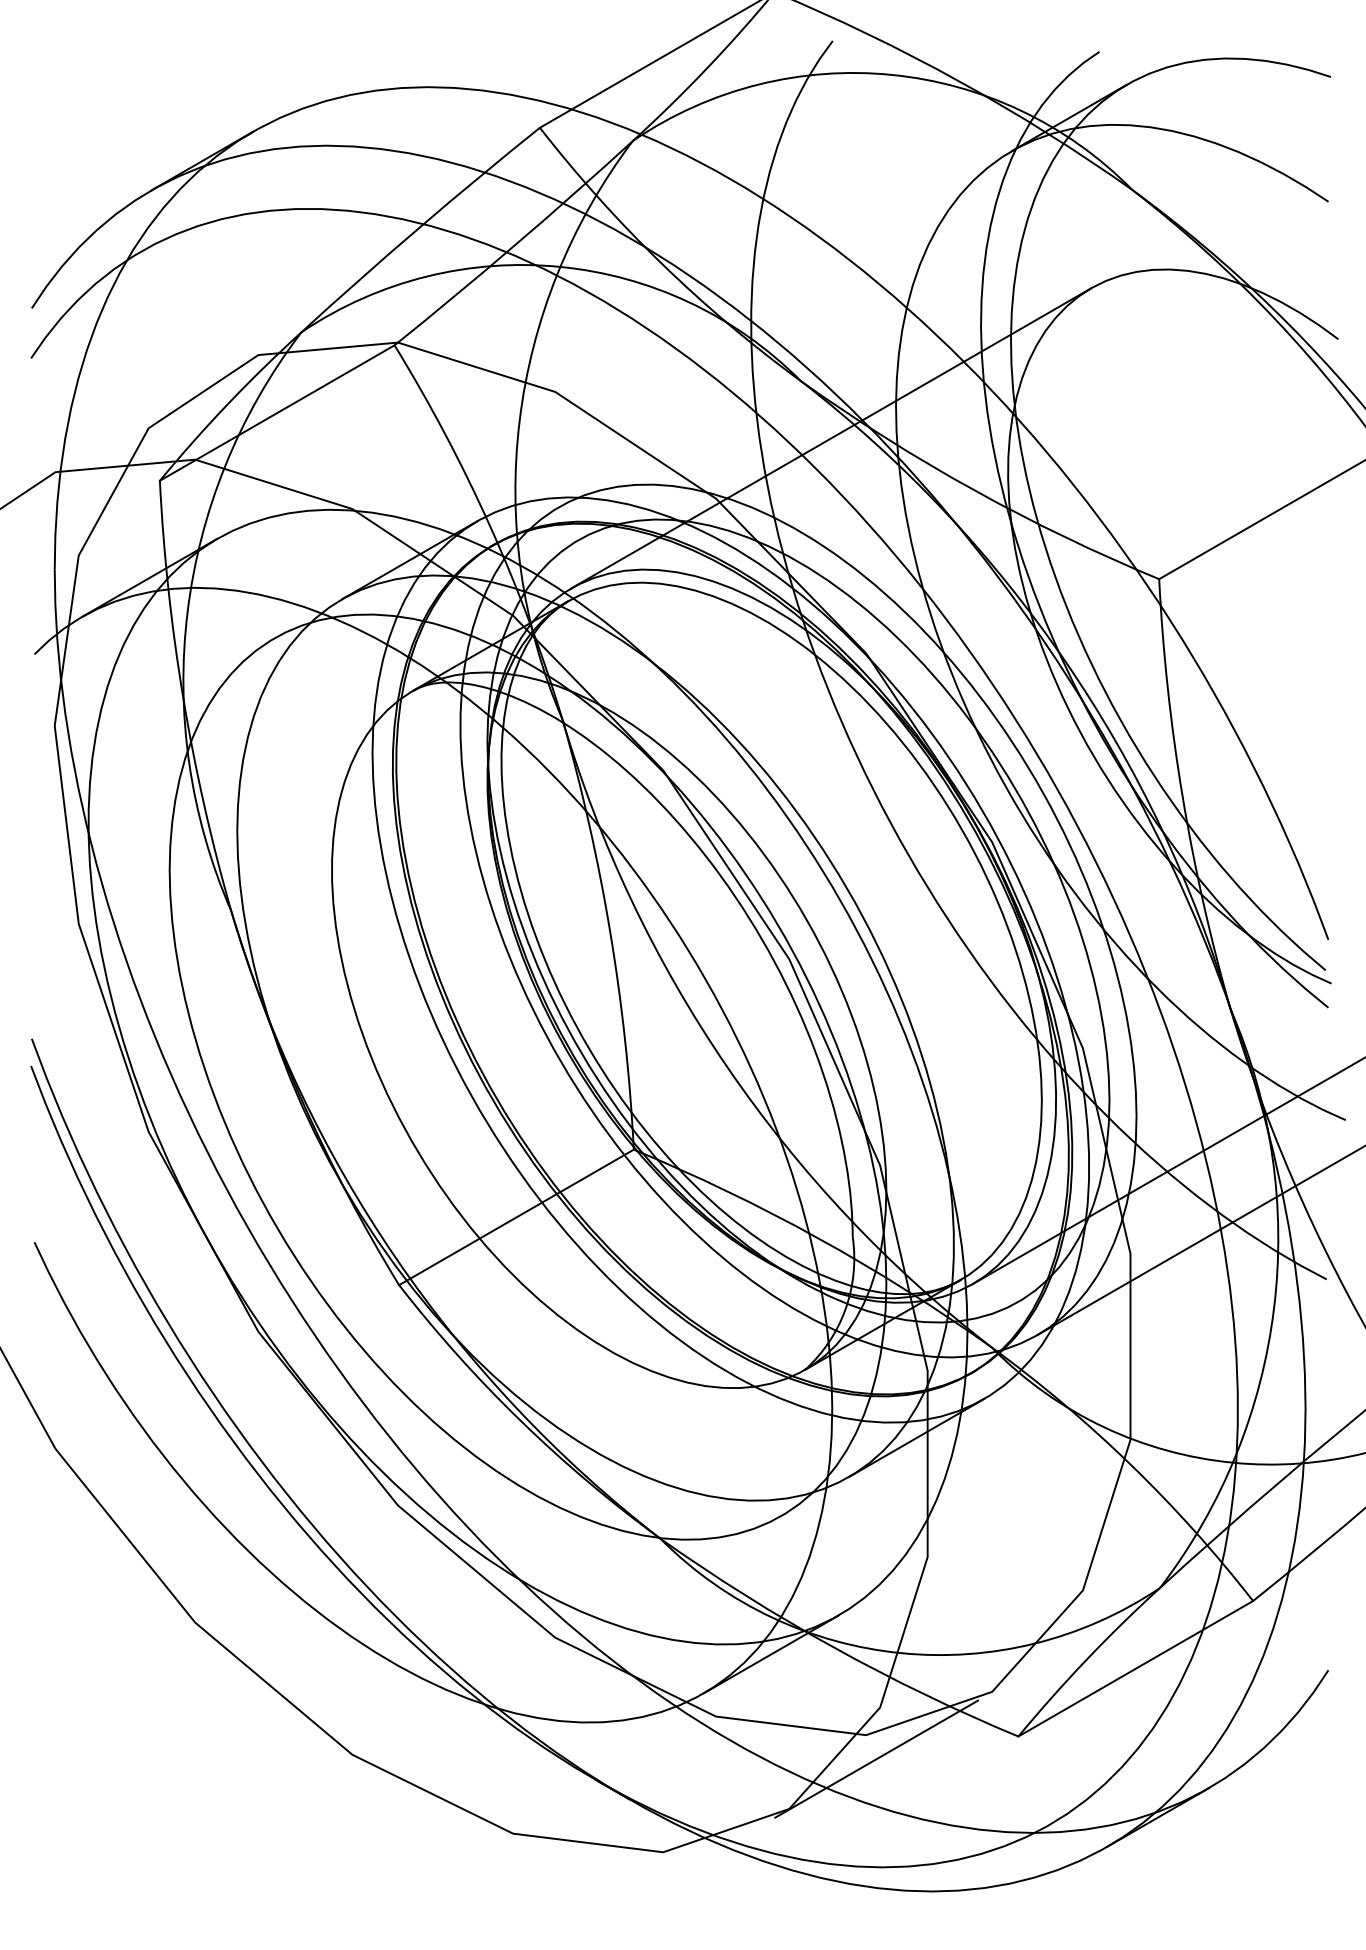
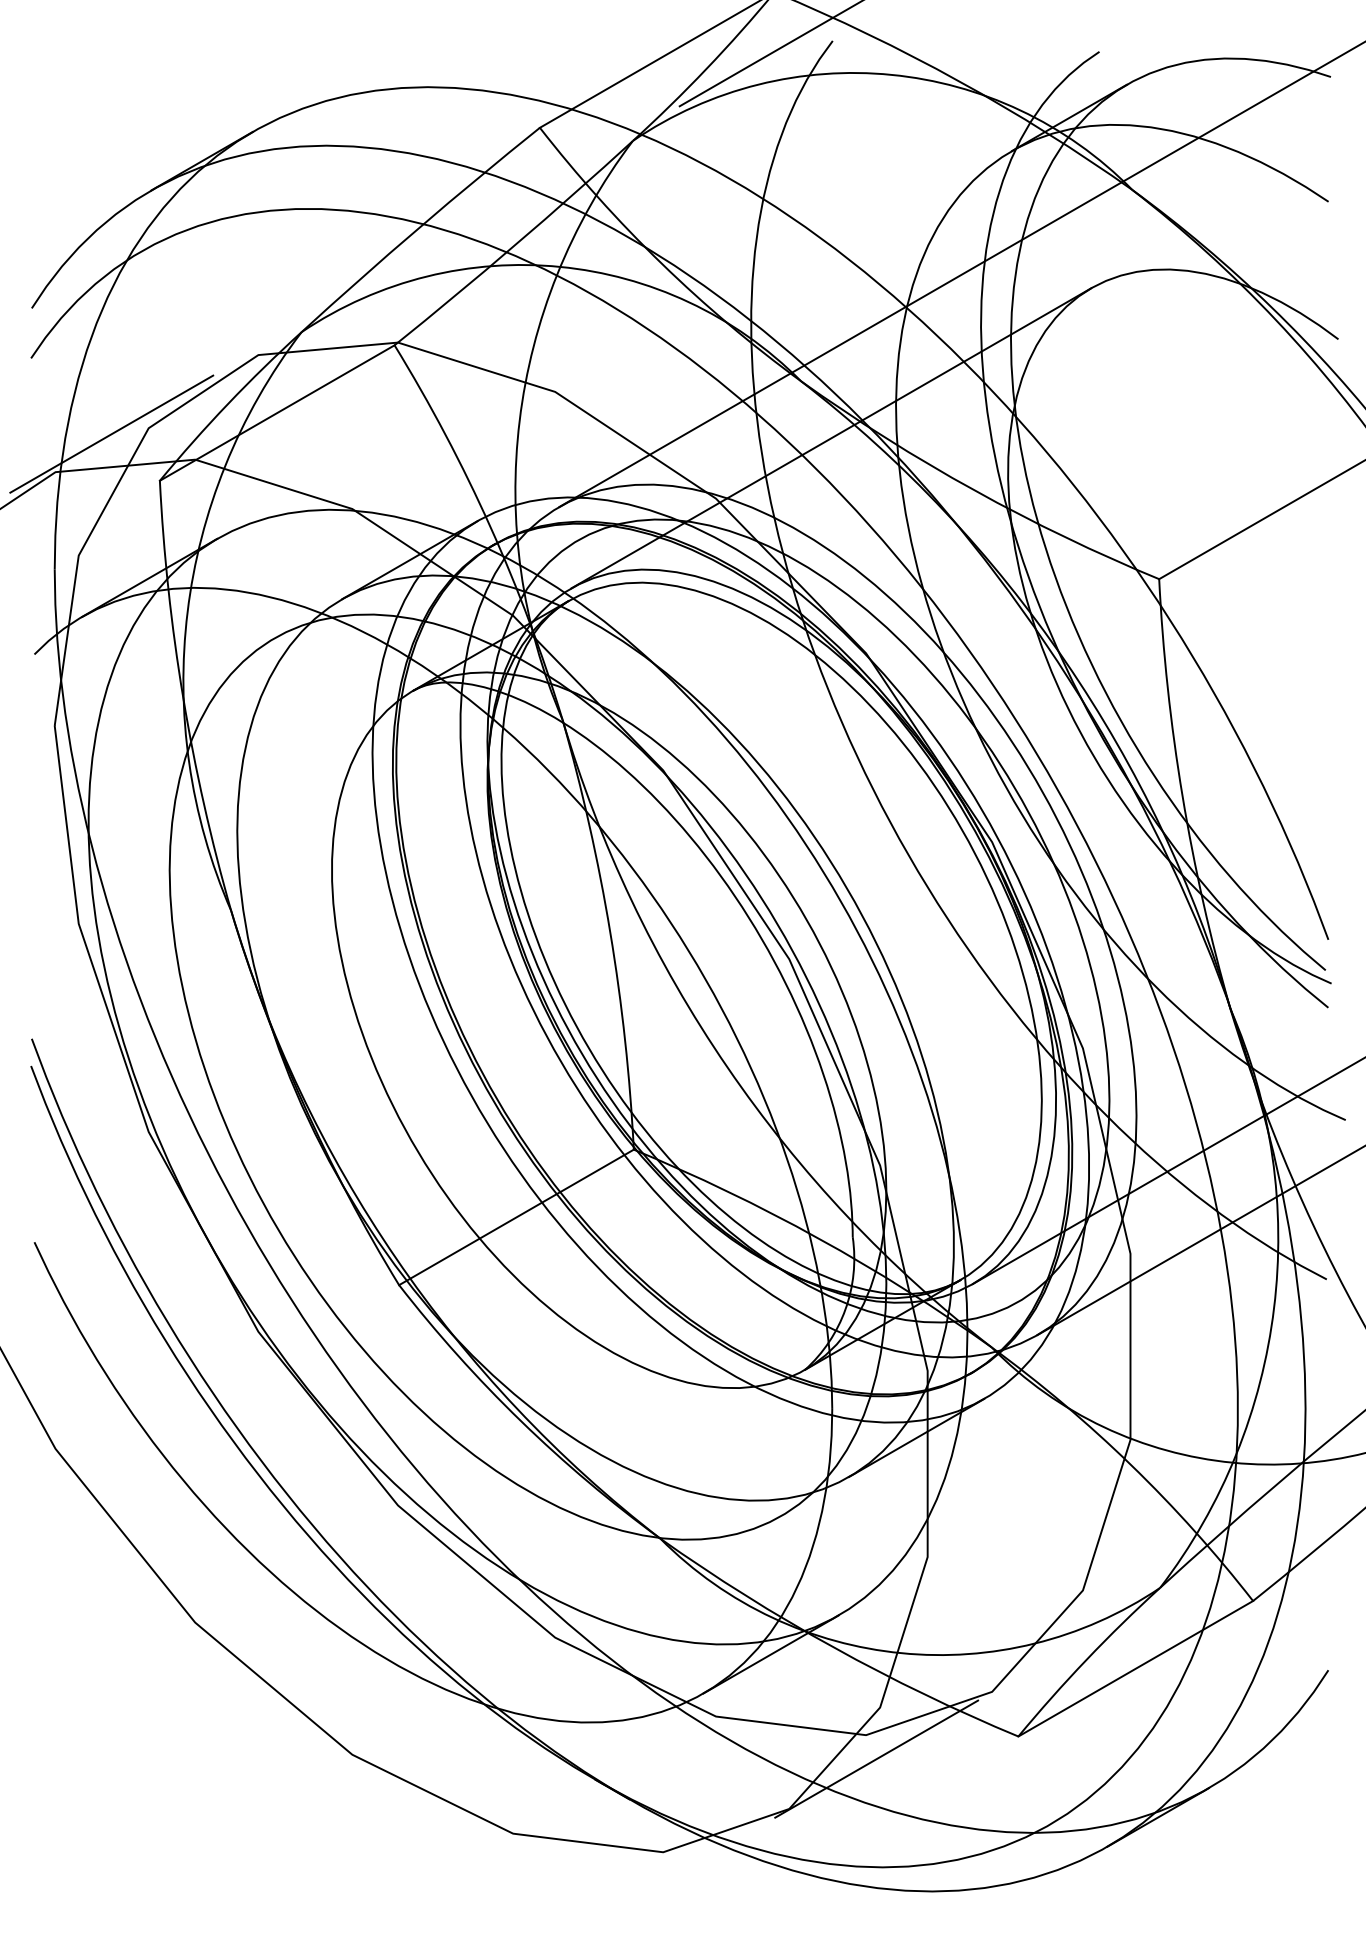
line at (769, 54): none -> present
line at (960, 274): none -> present
line at (111, 433): none -> present
